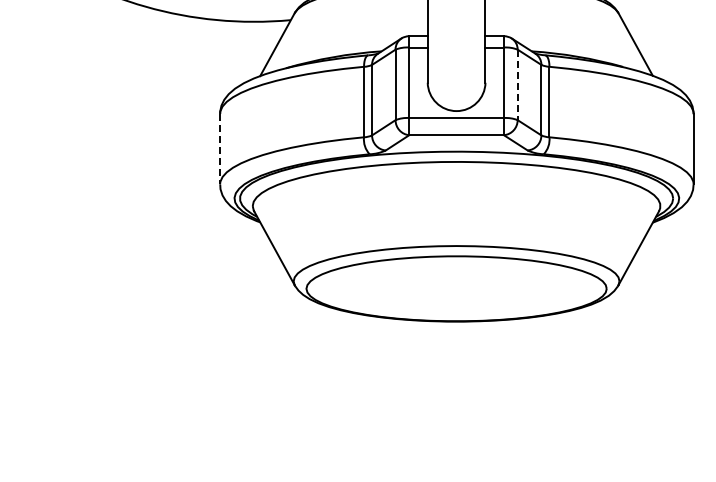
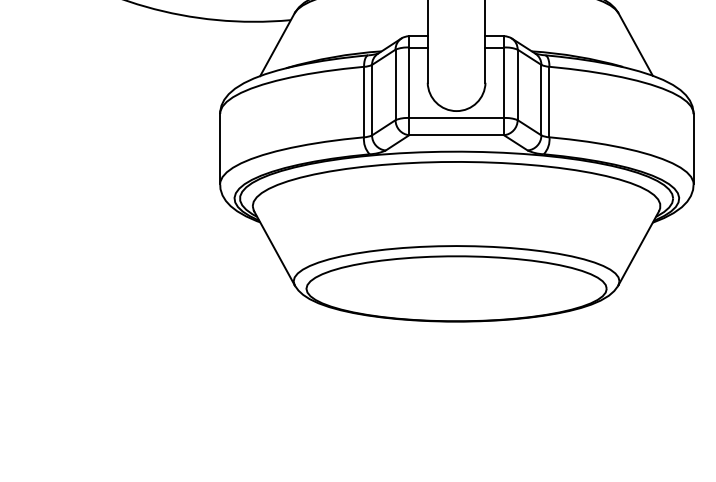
line at (517, 85): dashed -> solid
line at (220, 149): dashed -> solid
